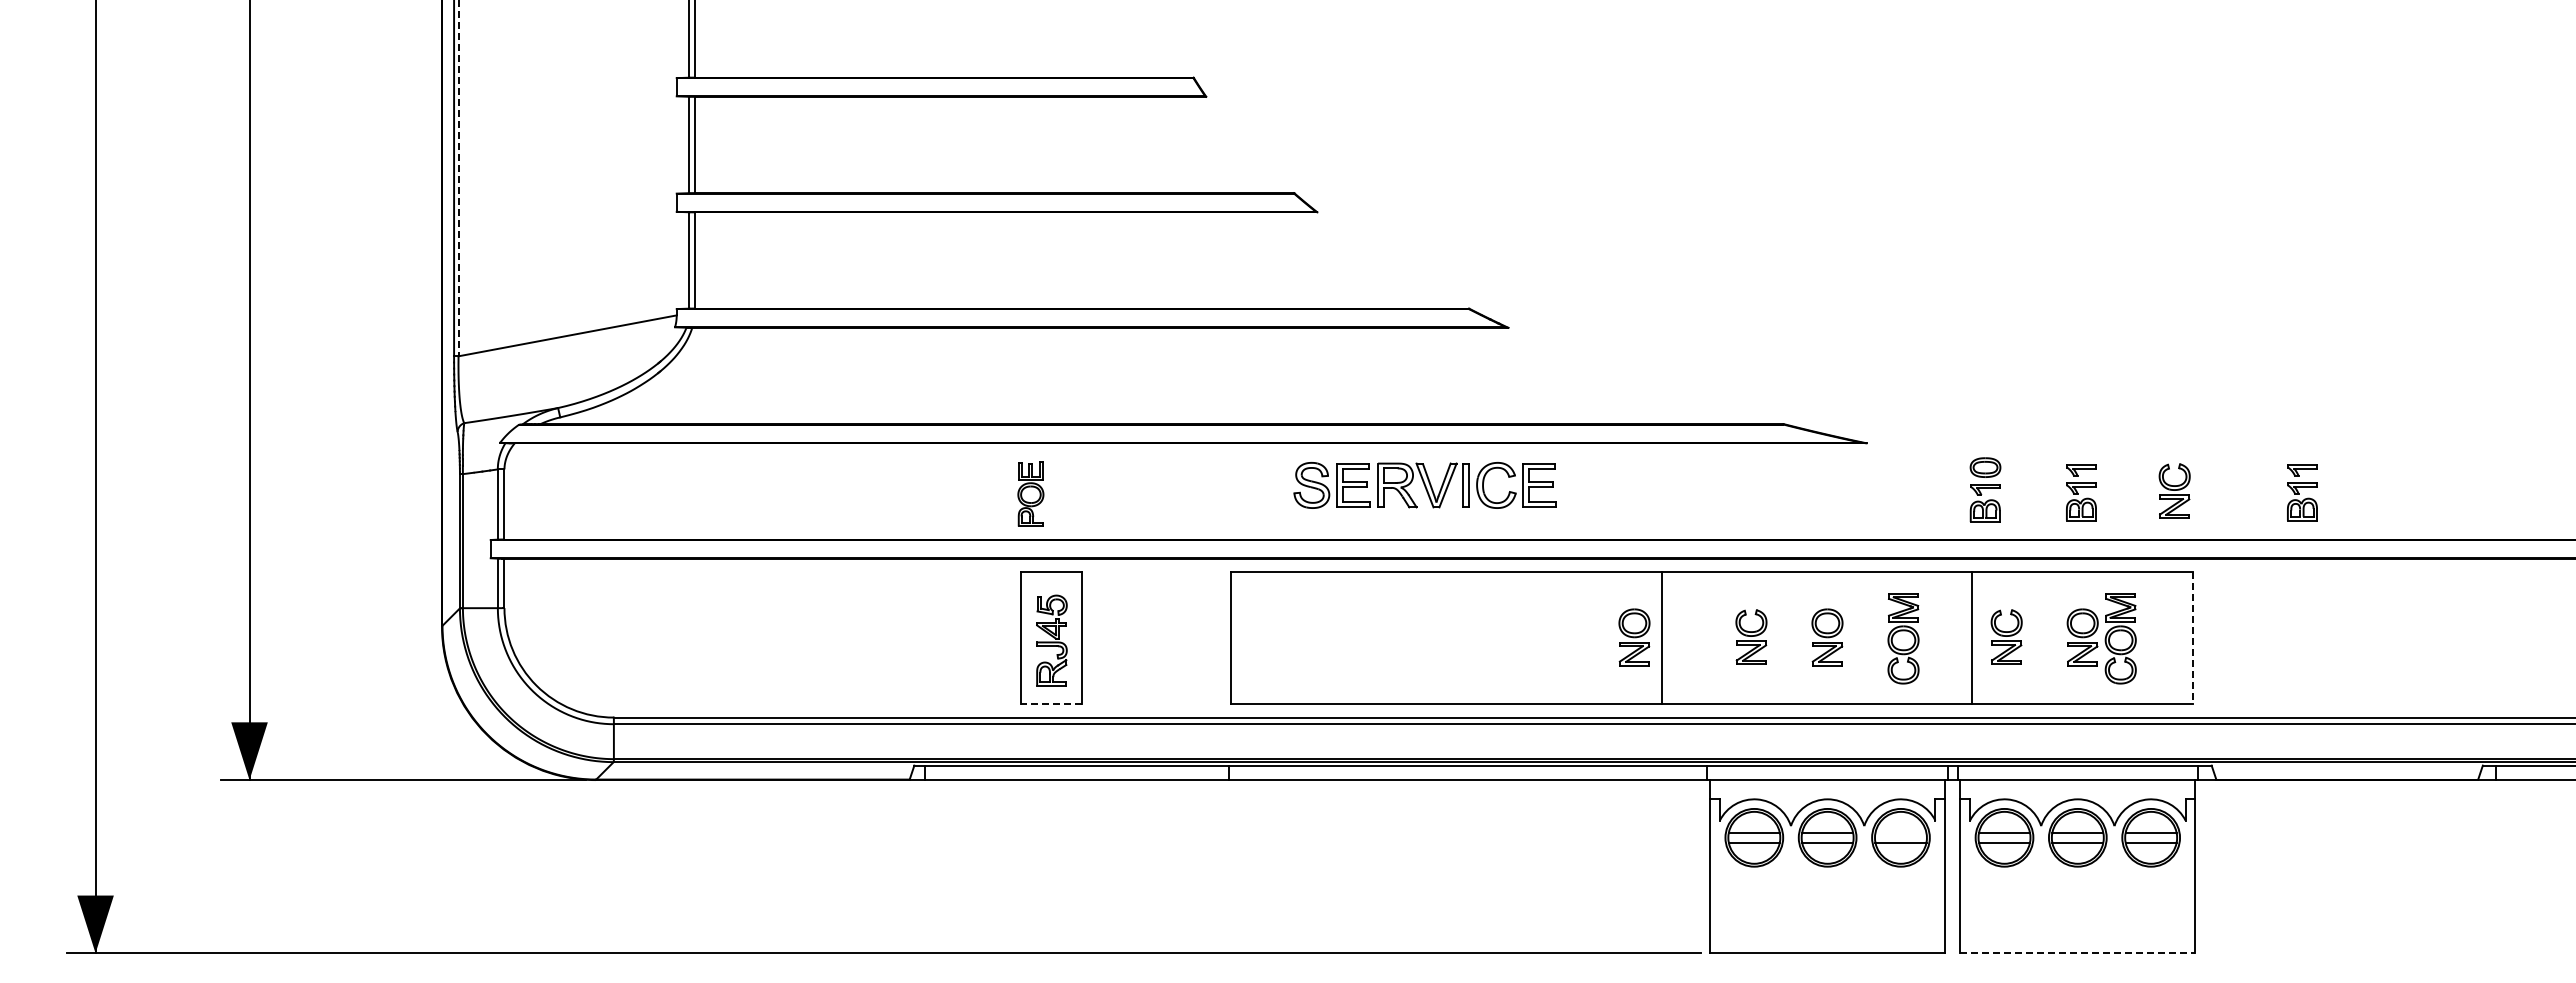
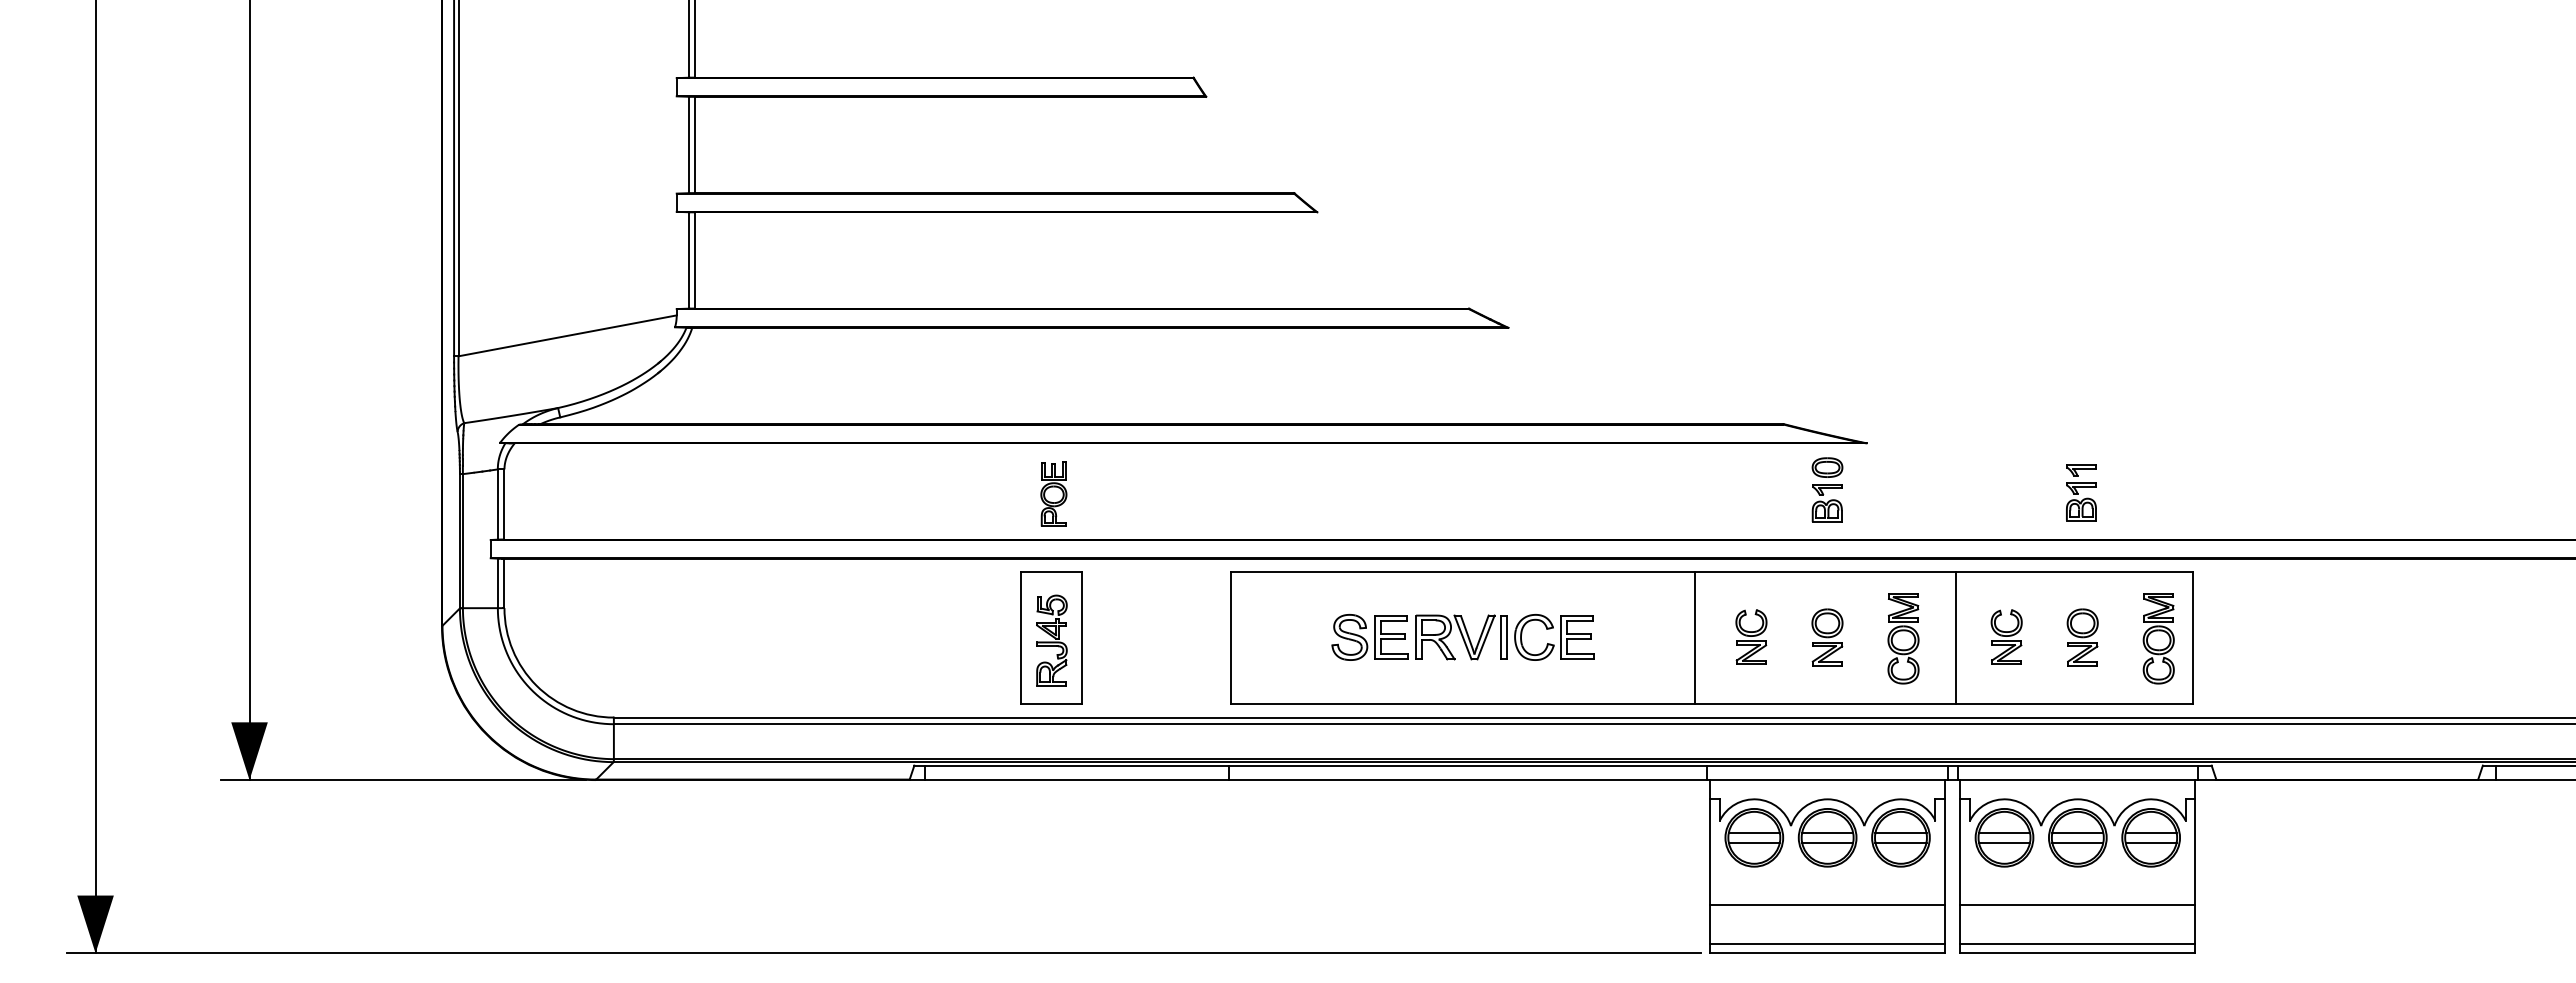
line at (458, 178): dashed -> solid
part at (1424, 485) position: (1424, 485) -> (1462, 637)
part at (1985, 489) position: (1985, 489) -> (1827, 489)
part at (2174, 490): present -> none
part at (2302, 492): present -> none
part at (1030, 493) position: (1030, 493) -> (1053, 493)
part at (1634, 637): present -> none
line at (1662, 637) position: (1662, 637) -> (1695, 637)
line at (1972, 637) position: (1972, 637) -> (1956, 637)
part at (2120, 638) position: (2120, 638) -> (2158, 638)
line at (2192, 638): dashed -> solid
line at (1050, 703): dashed -> solid
line at (1900, 833): none -> present
line at (1827, 905): none -> present
line at (2077, 905): none -> present
line at (1827, 943): none -> present
line at (2077, 943): none -> present
line at (2078, 953): dashed -> solid
